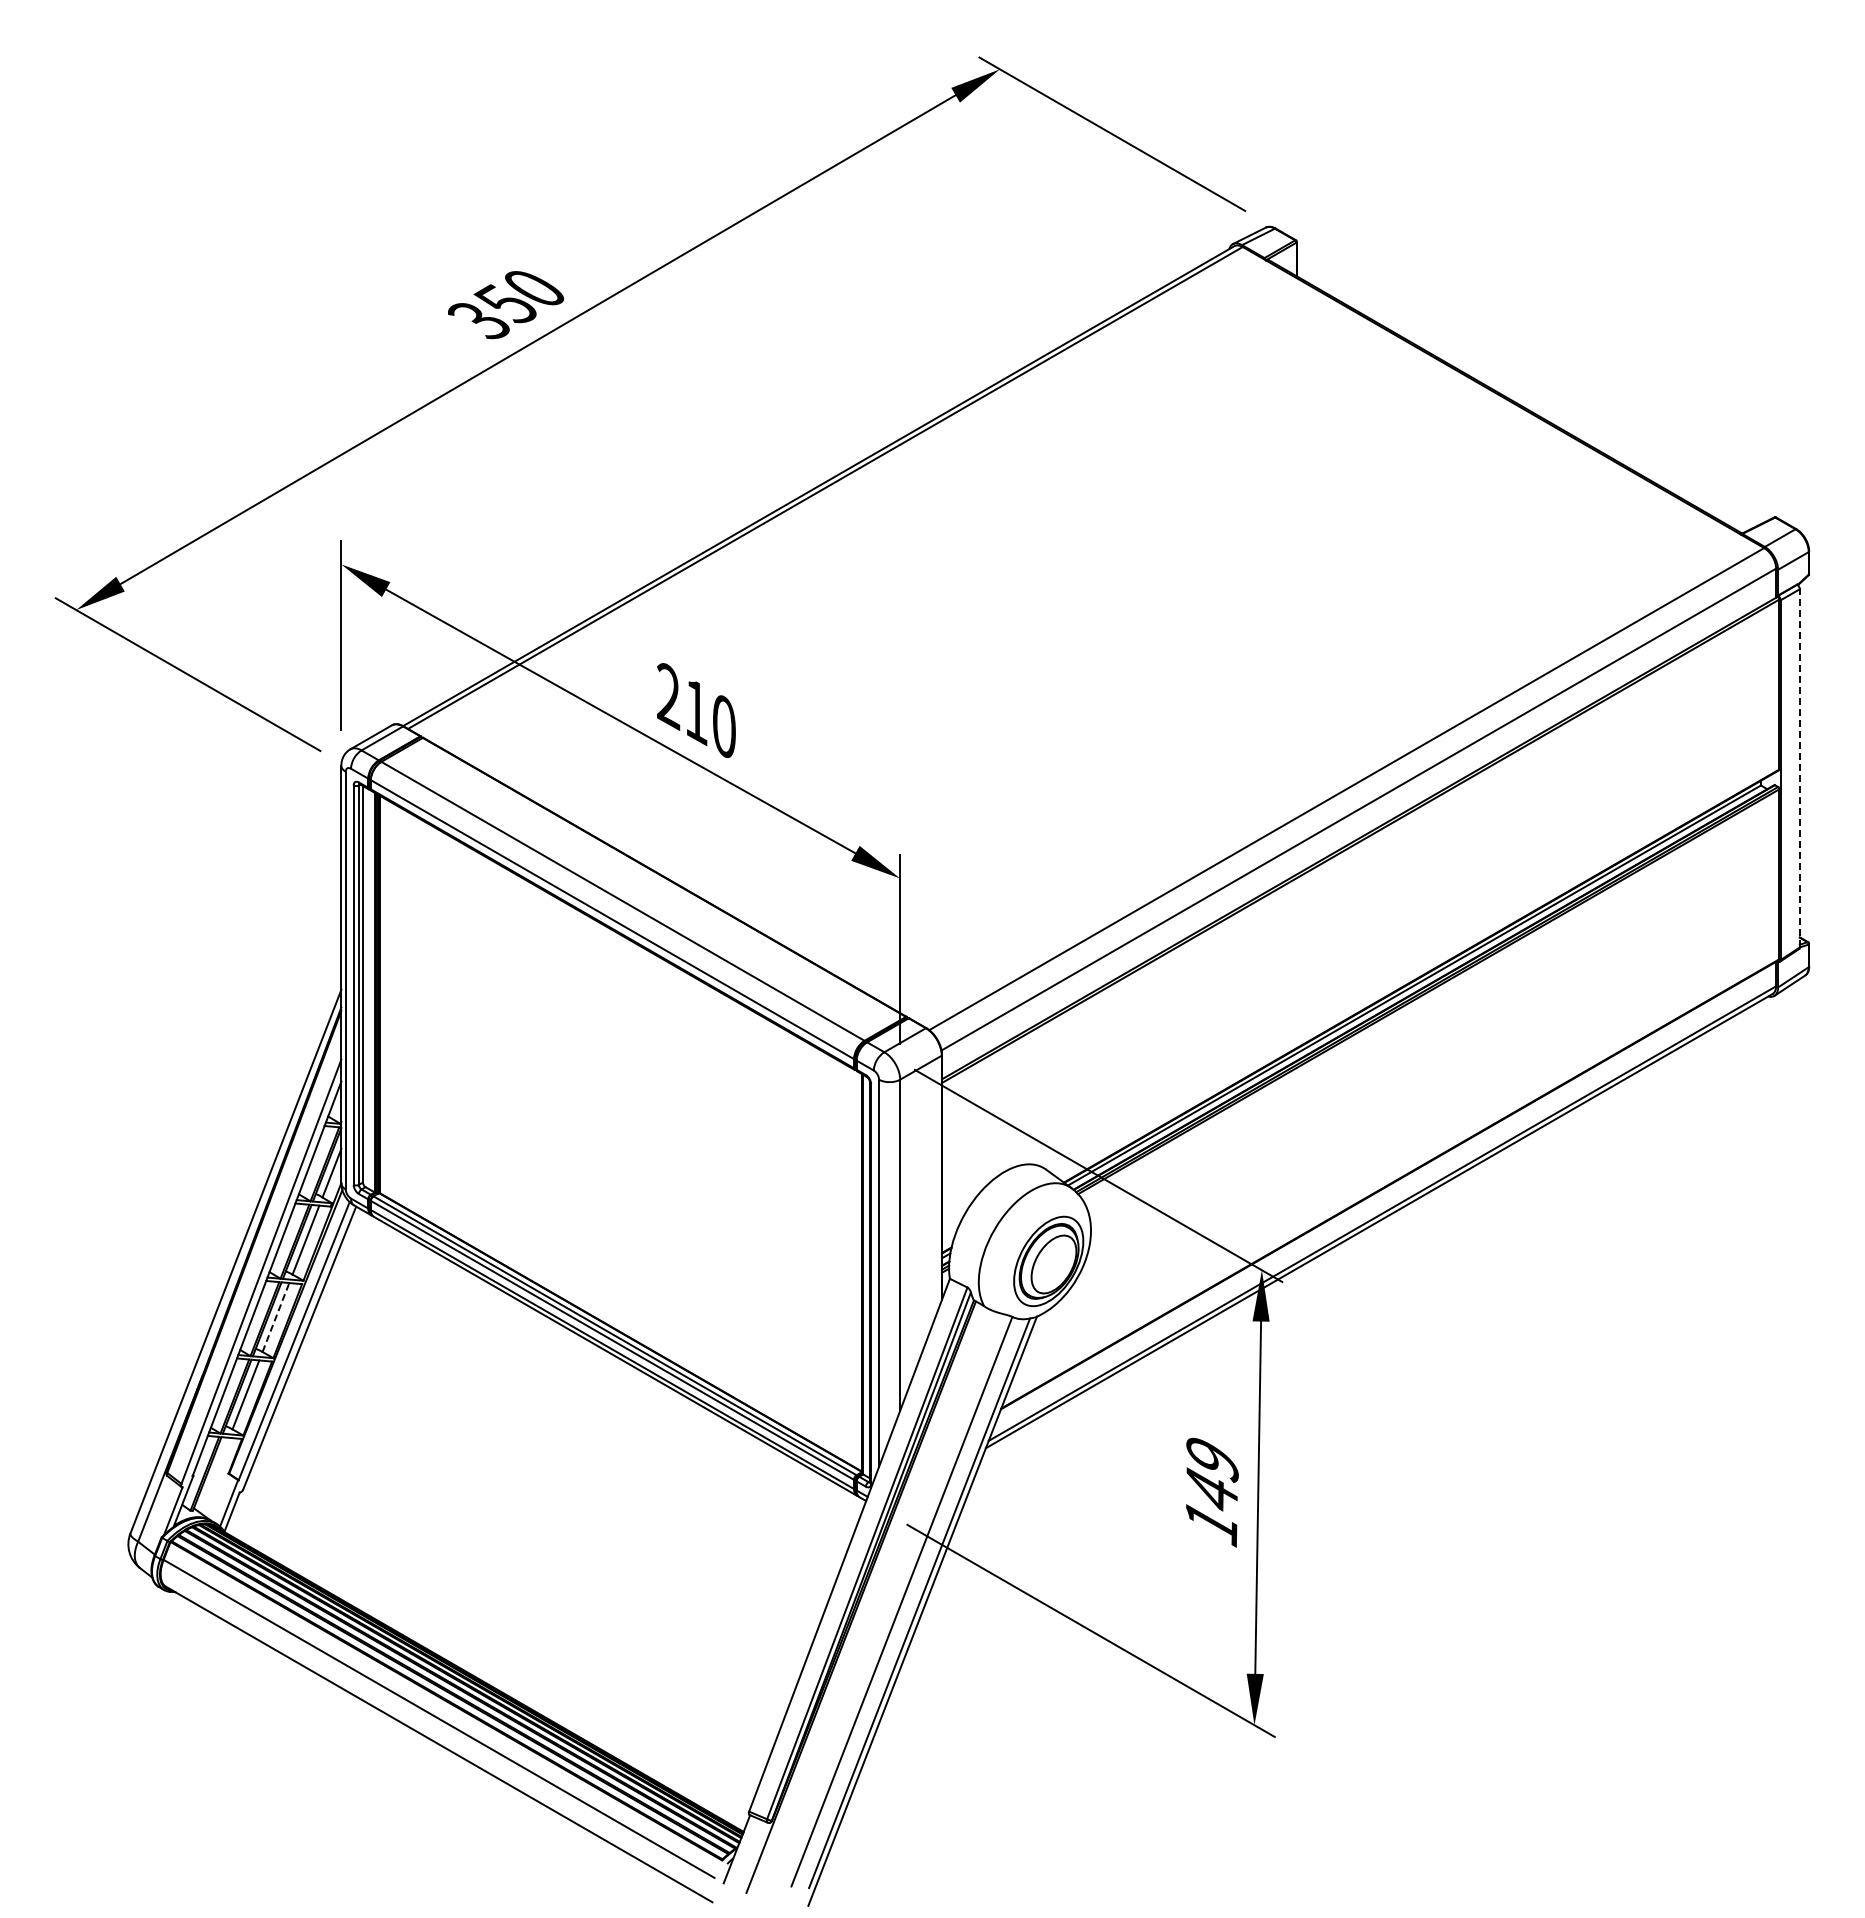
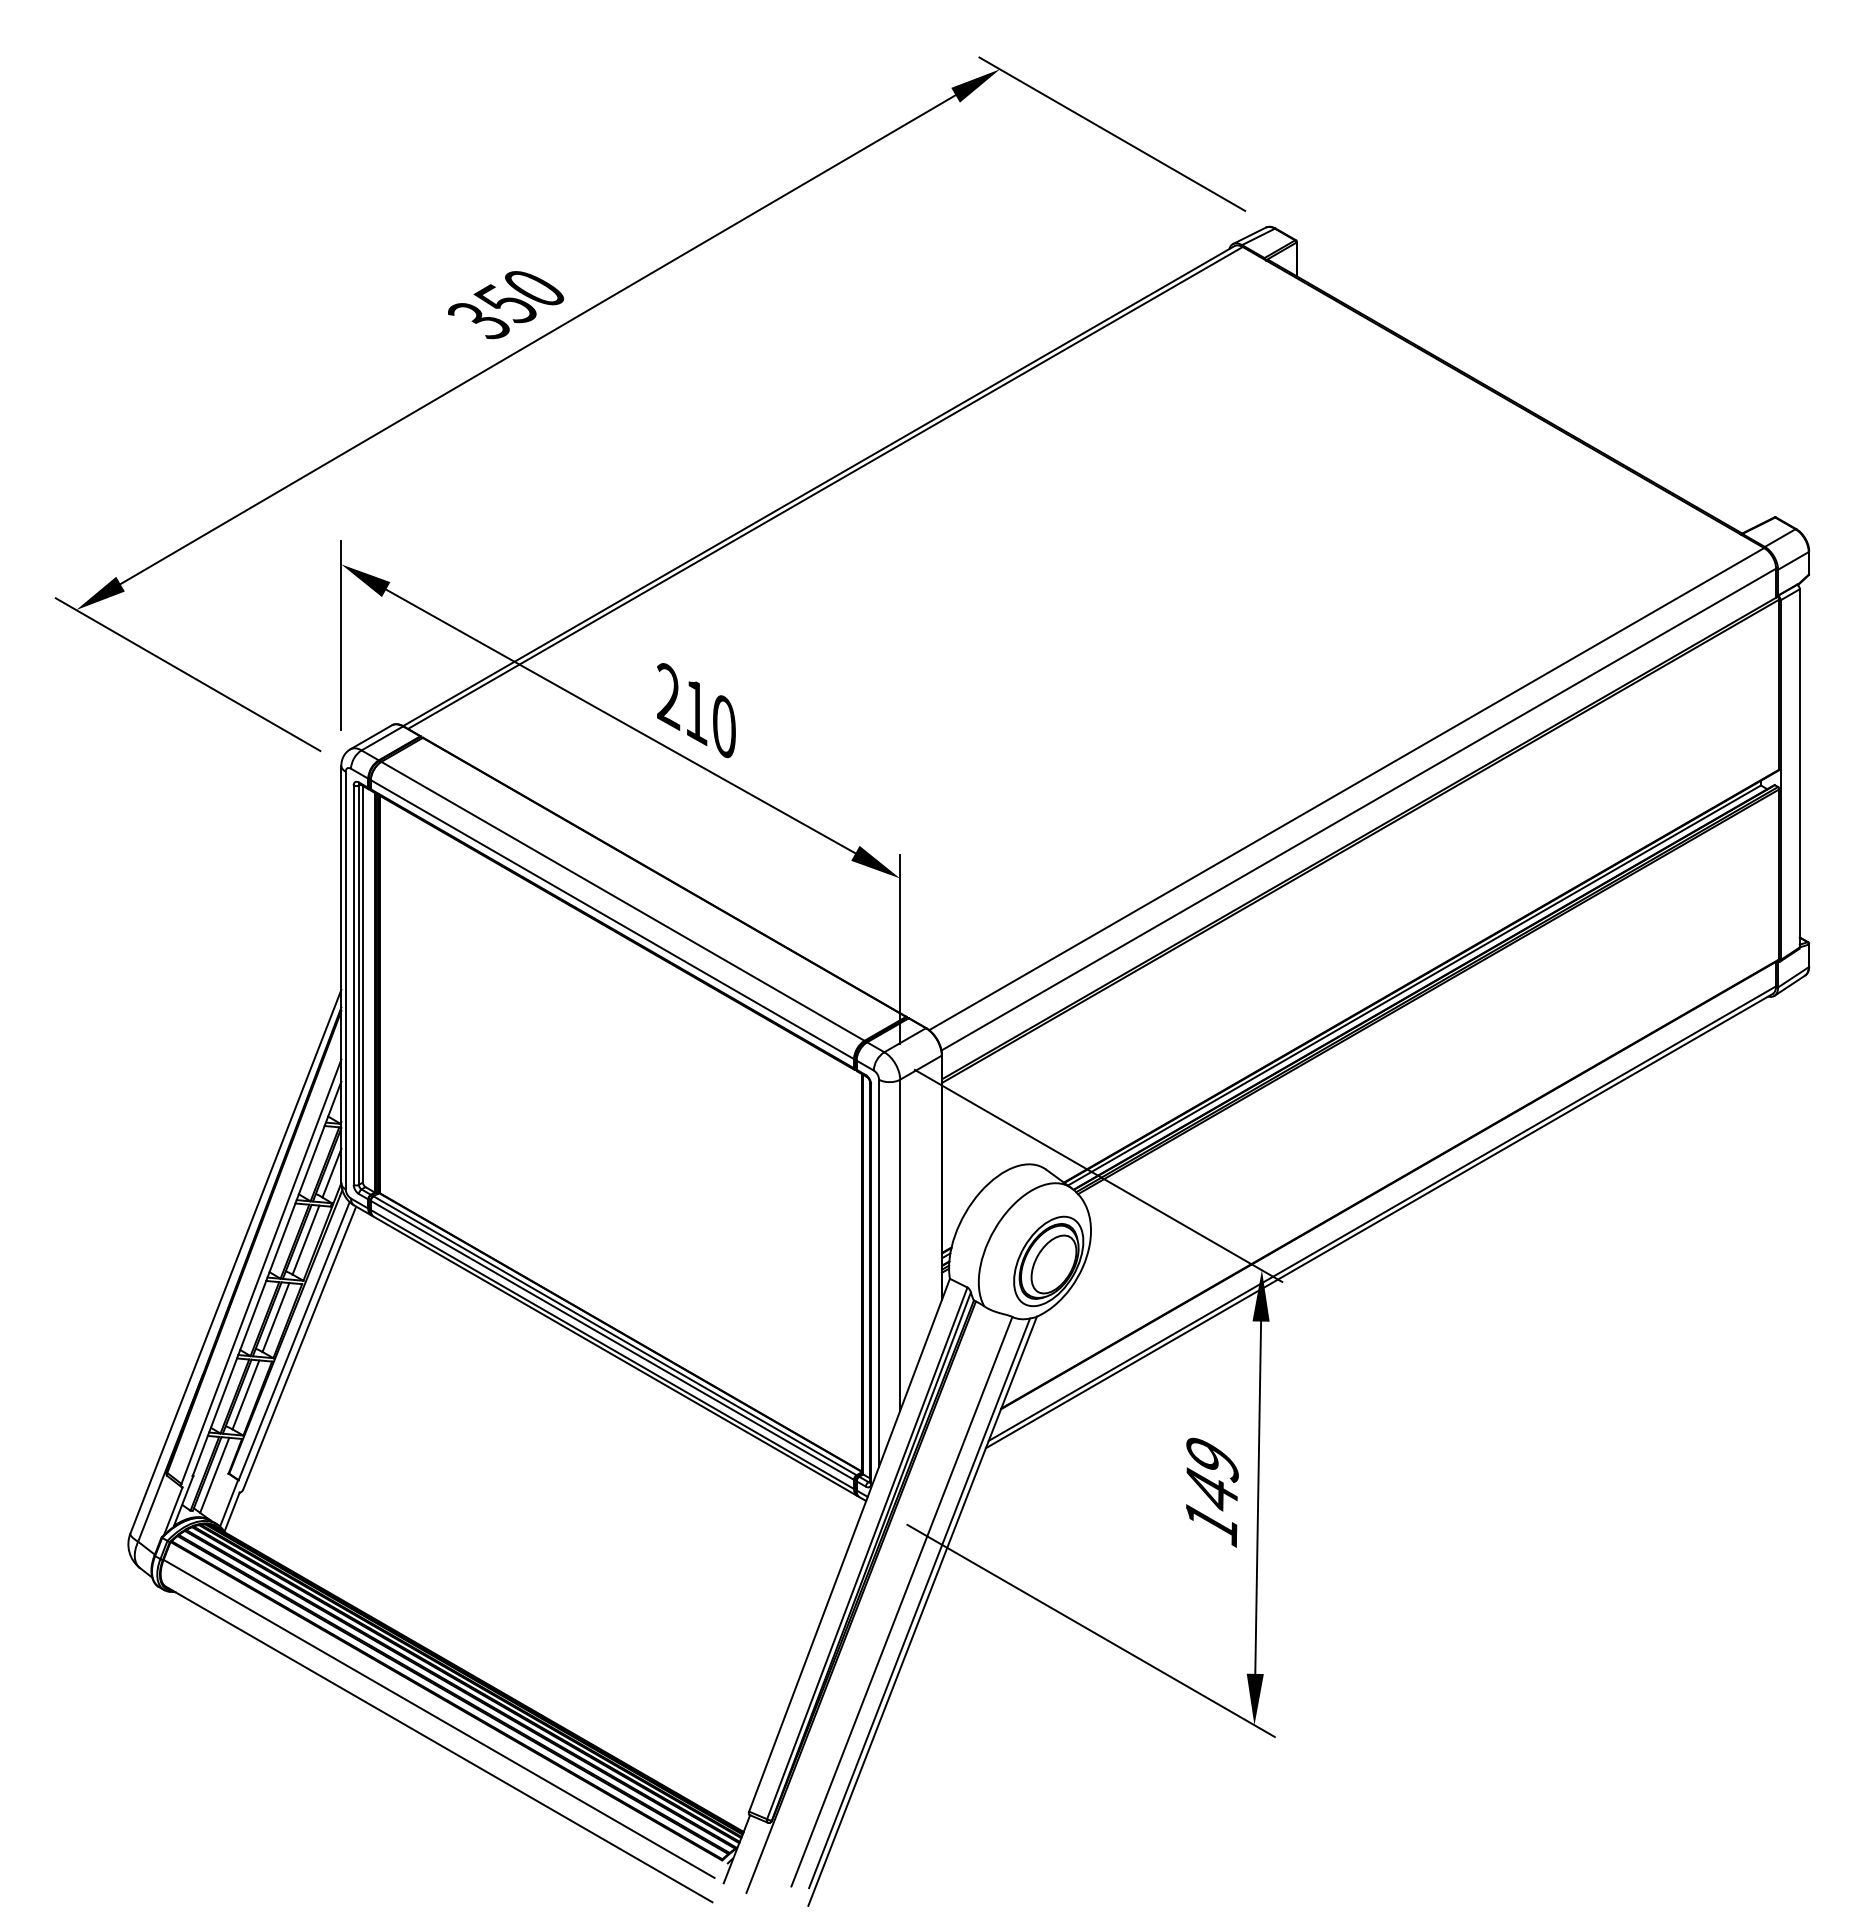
line at (1799, 767): dashed -> solid
line at (275, 1317): dashed -> solid
line at (214, 1474): none -> present
